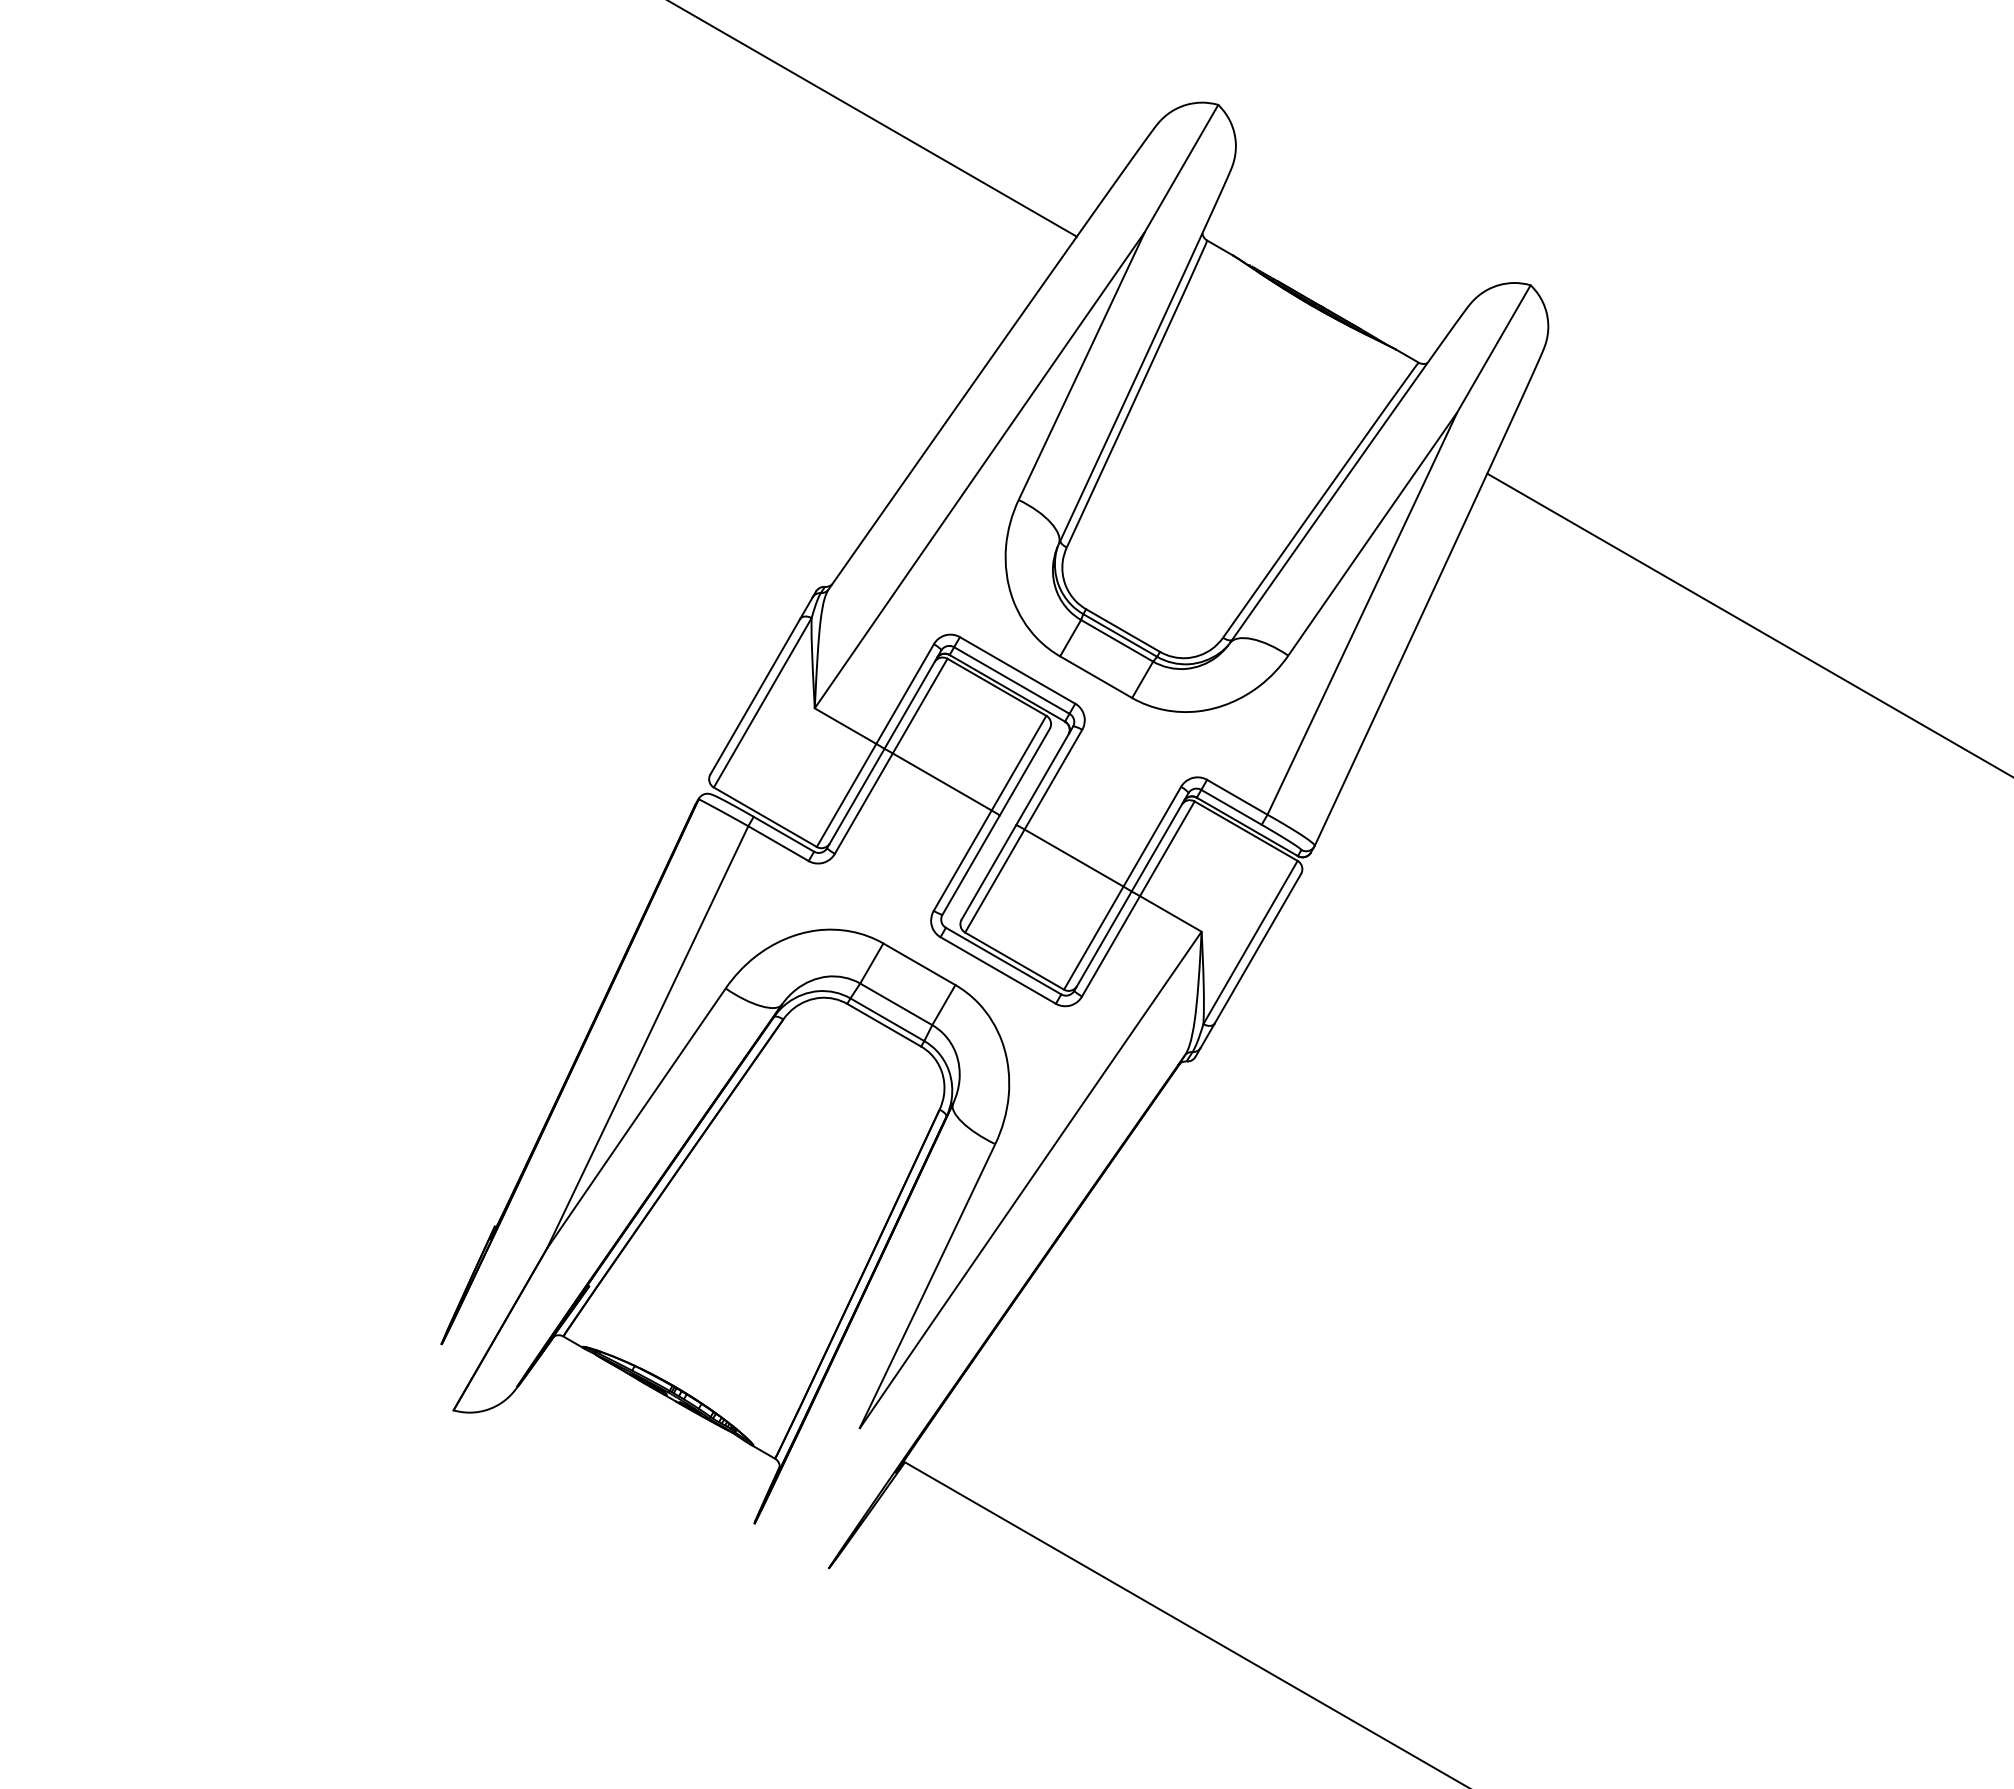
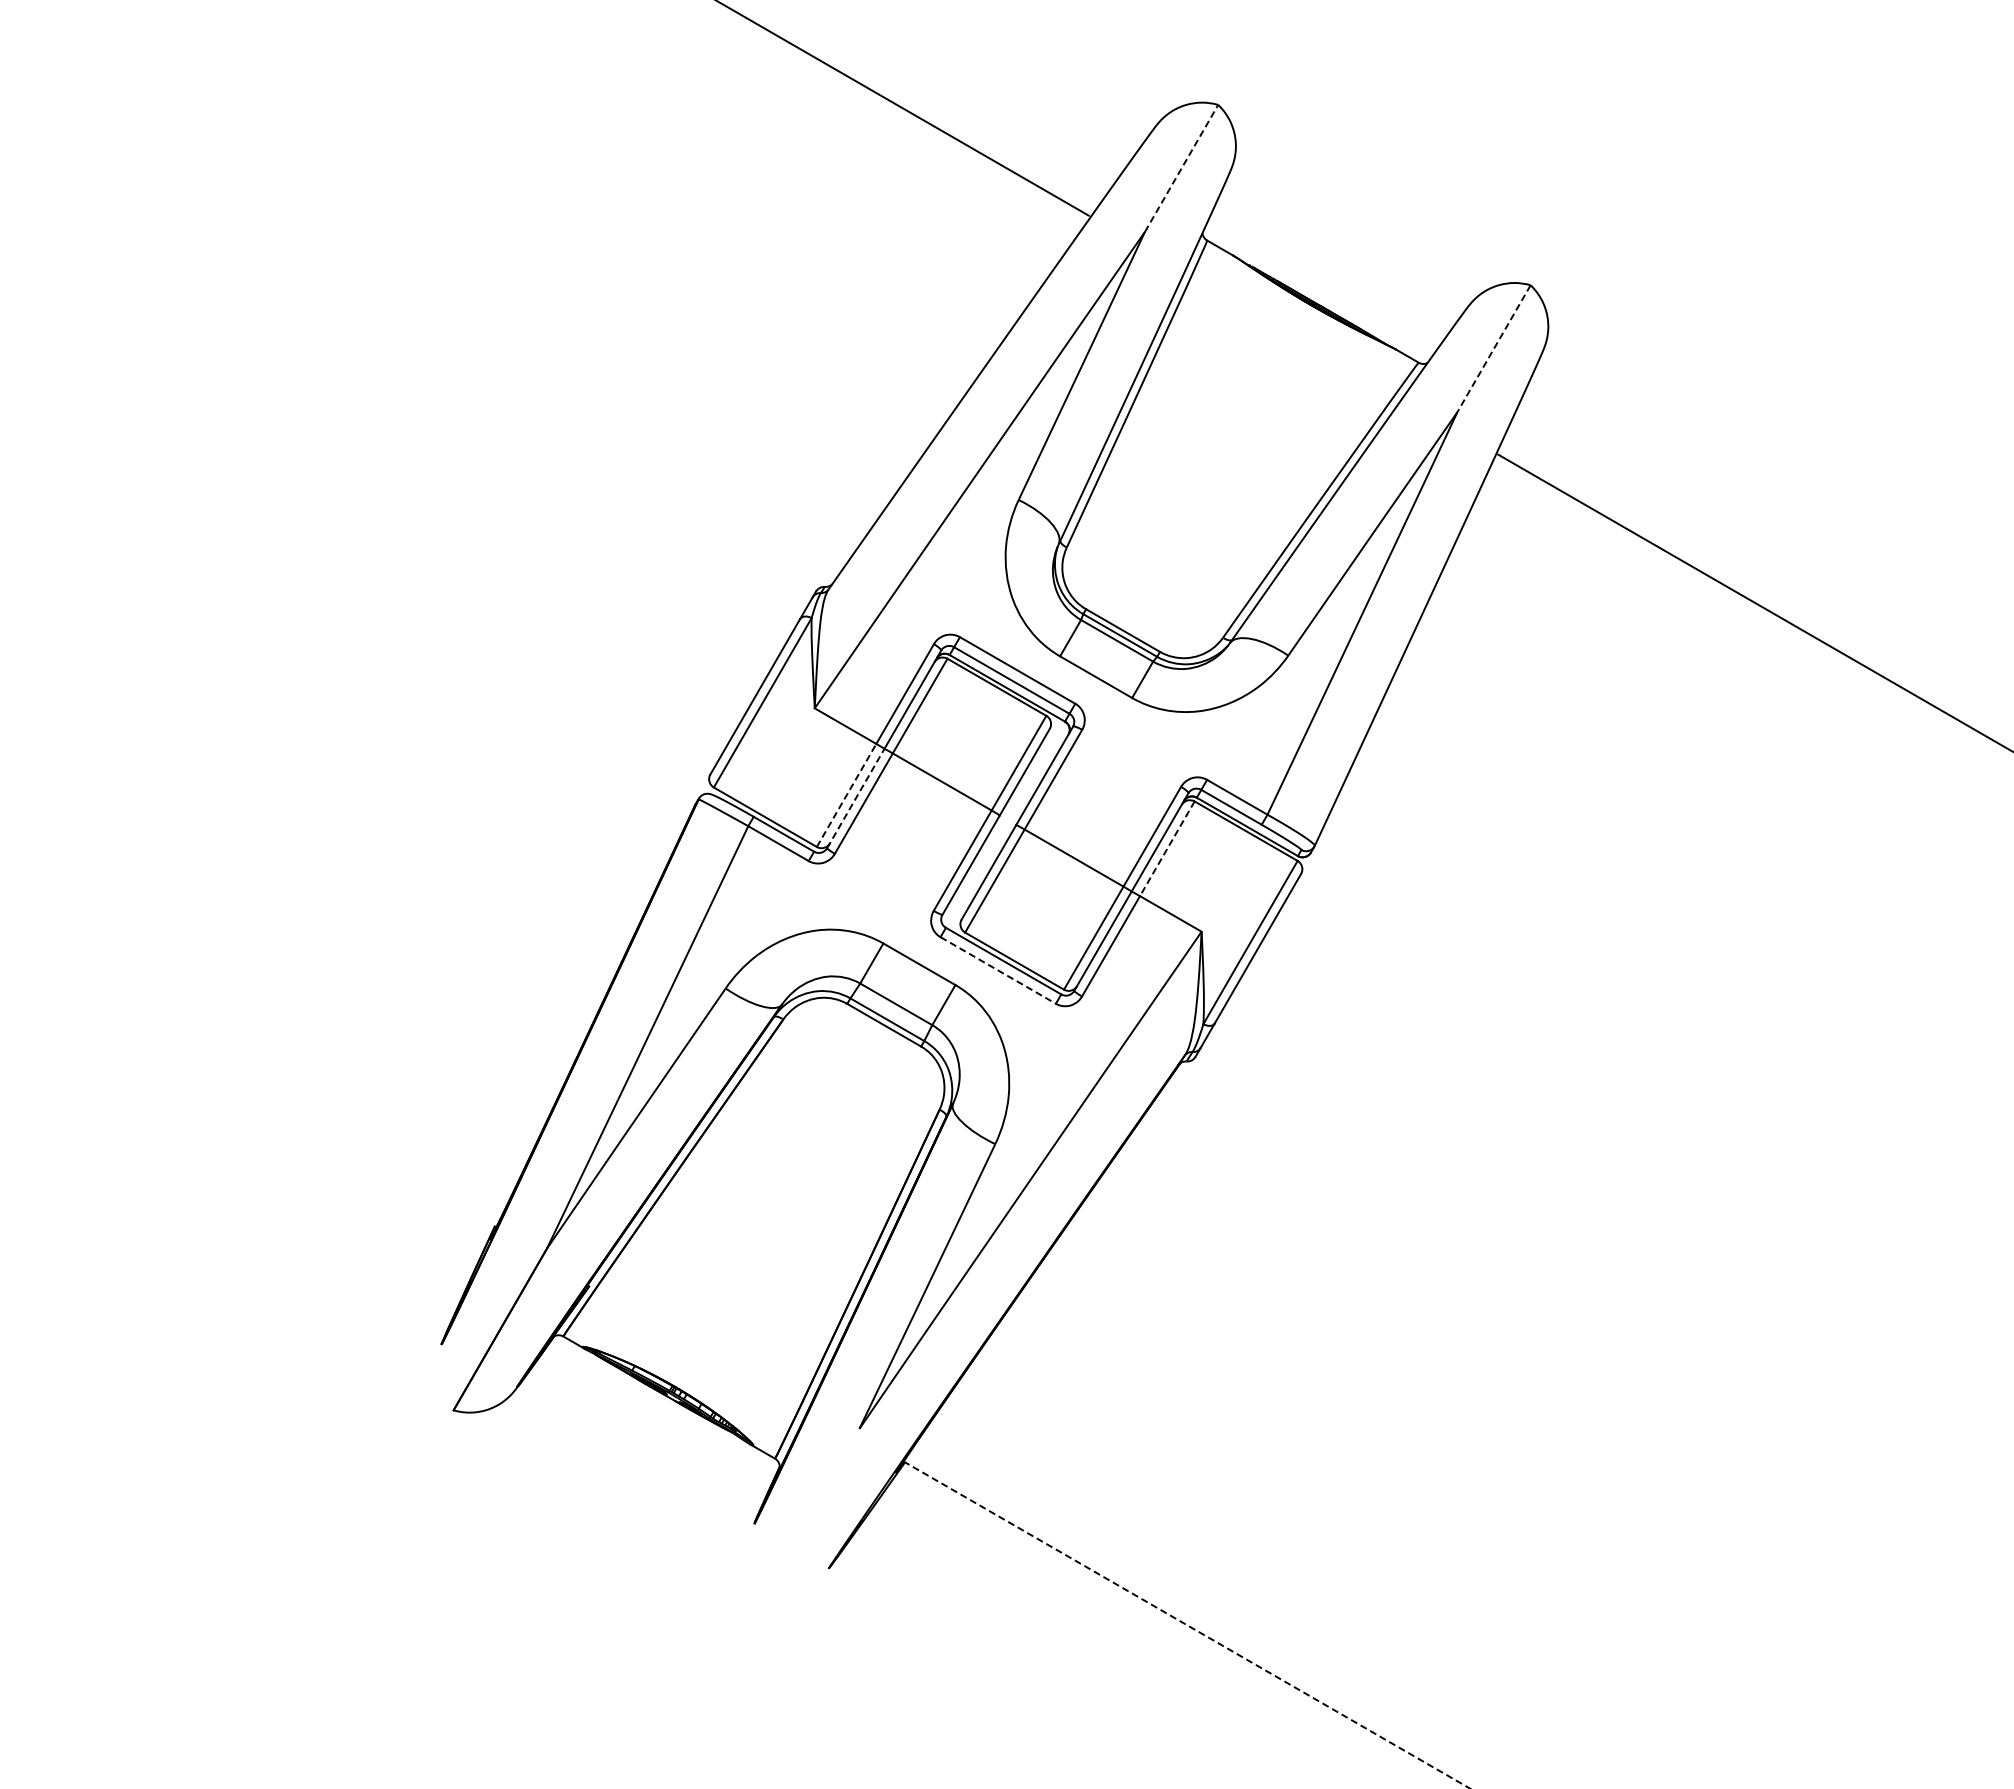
line at (873, 119) position: (873, 119) -> (903, 108)
line at (1181, 168): solid -> dashed
line at (1493, 349): solid -> dashed
line at (1748, 624) position: (1748, 624) -> (1754, 602)
line at (846, 795): solid -> dashed
line at (856, 798): solid -> dashed
line at (1167, 848): solid -> dashed
line at (998, 970): solid -> dashed
line at (1186, 1624): solid -> dashed
